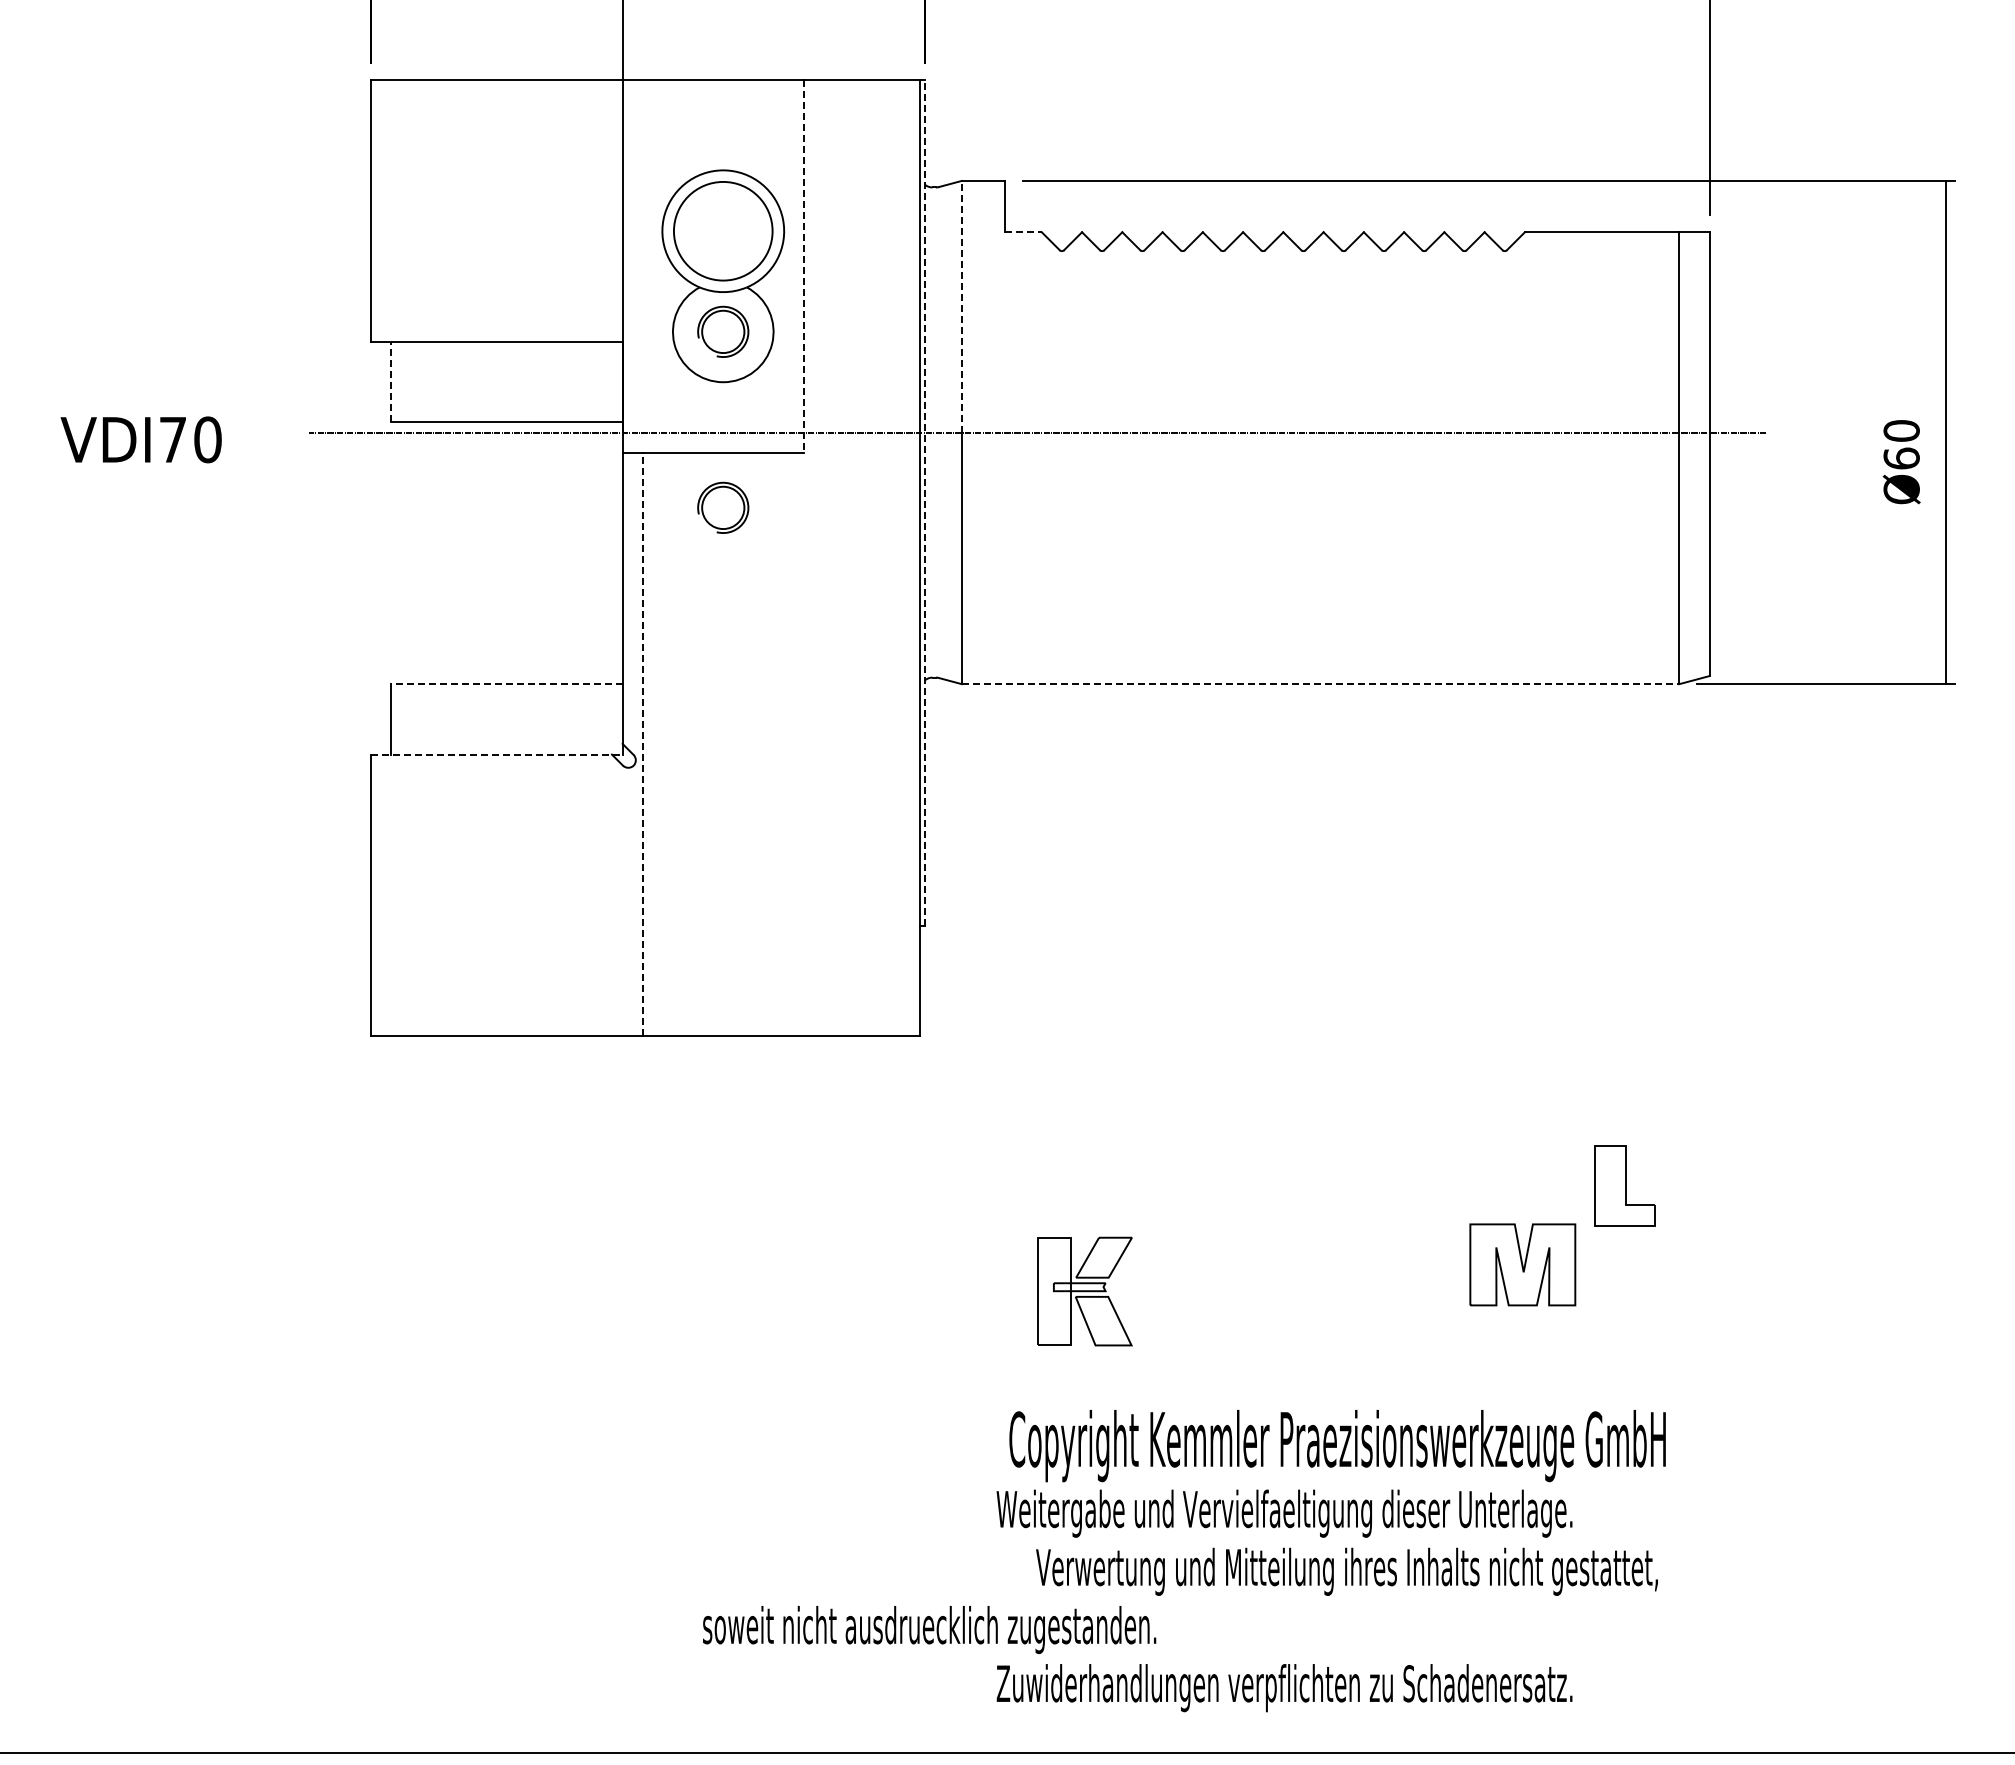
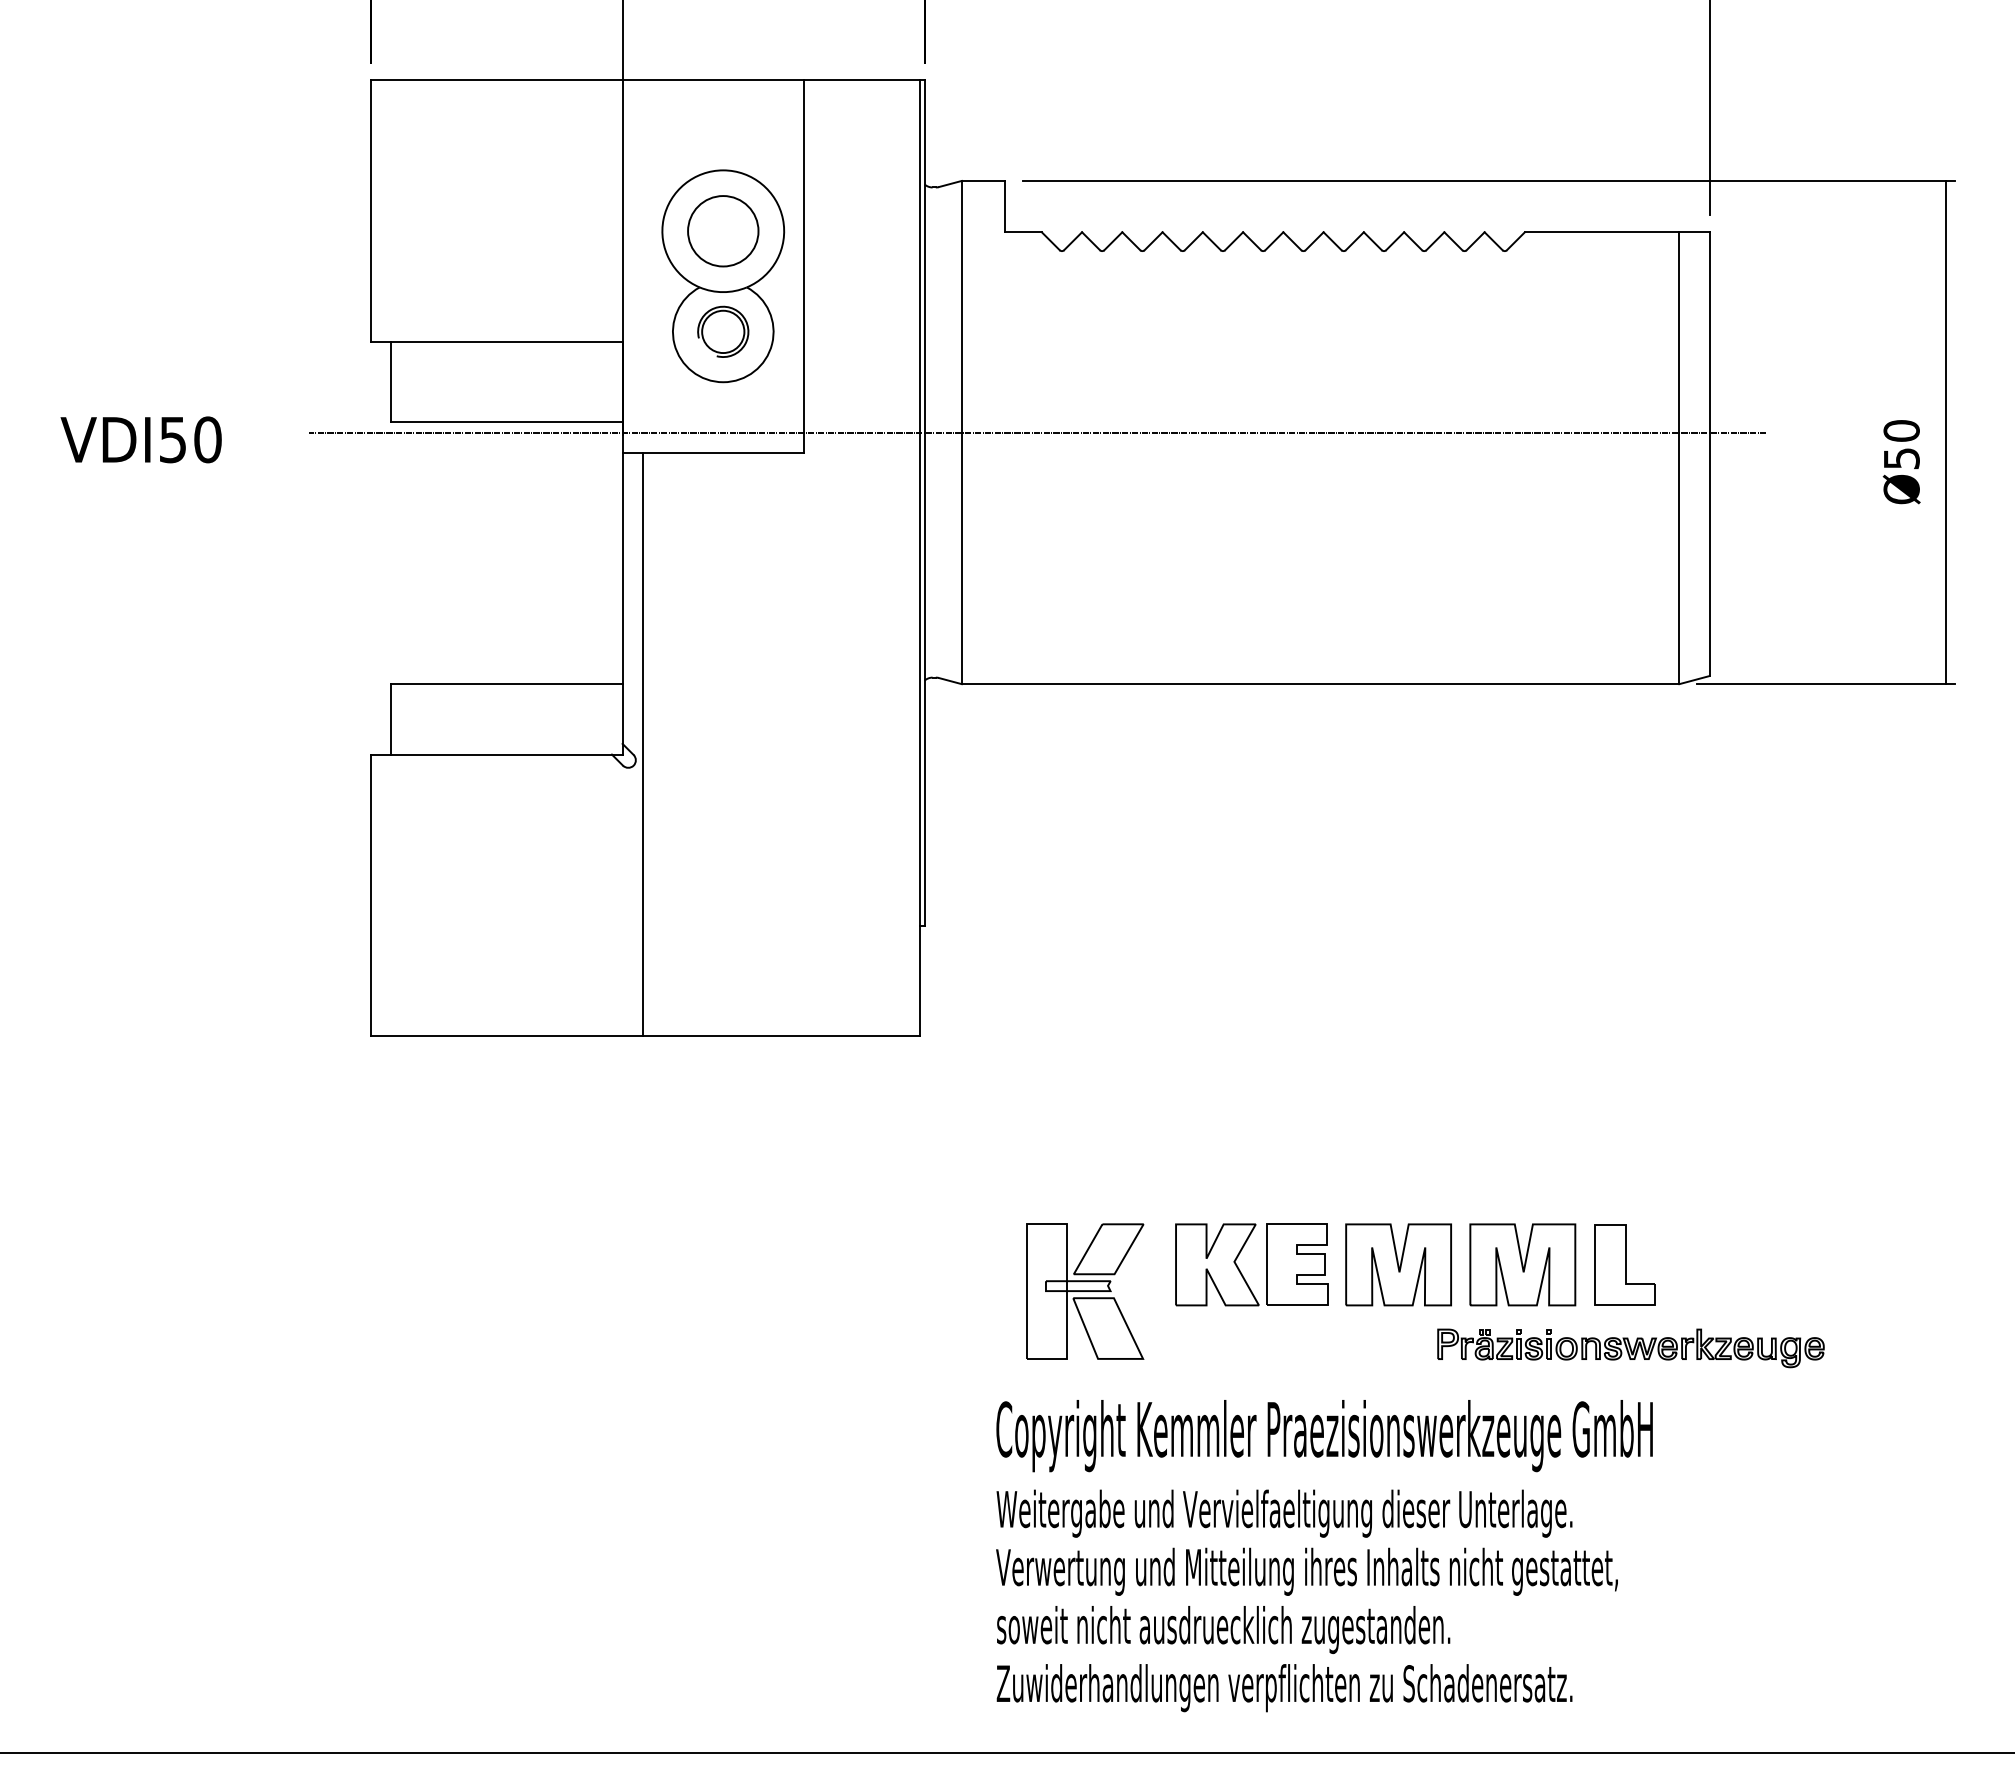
circle at (722, 230) diameter: 99 px -> 70 px
line at (1023, 232): dashed -> solid
line at (803, 266): dashed -> solid
line at (961, 306): dashed -> solid
line at (391, 381): dashed -> solid
text at (172, 440): VDI70 -> VDI50
text at (1901, 458): Ø60 -> Ø50
line at (924, 503): dashed -> solid
part at (723, 507): present -> none
line at (506, 684): dashed -> solid
line at (1320, 684): dashed -> solid
line at (642, 744): dashed -> solid
line at (496, 754): dashed -> solid
part at (1624, 1185) position: (1624, 1185) -> (1624, 1264)
part at (1398, 1264): none -> present
part at (1240, 1270): none -> present
part at (1084, 1291) size: 96x111 px -> 119x137 px
part at (1630, 1348): none -> present
text at (1337, 1446) position: (1337, 1446) -> (1324, 1436)
text at (1346, 1571) position: (1346, 1571) -> (1306, 1571)
text at (929, 1629) position: (929, 1629) -> (1223, 1629)
